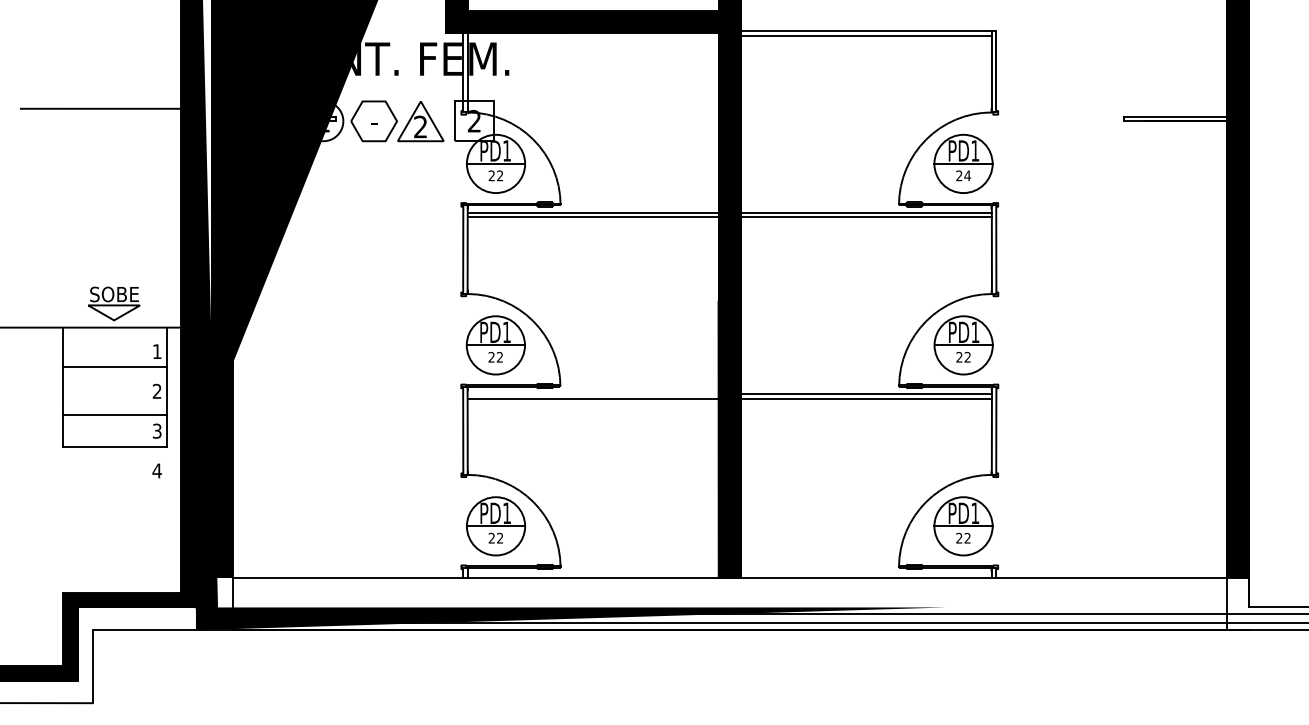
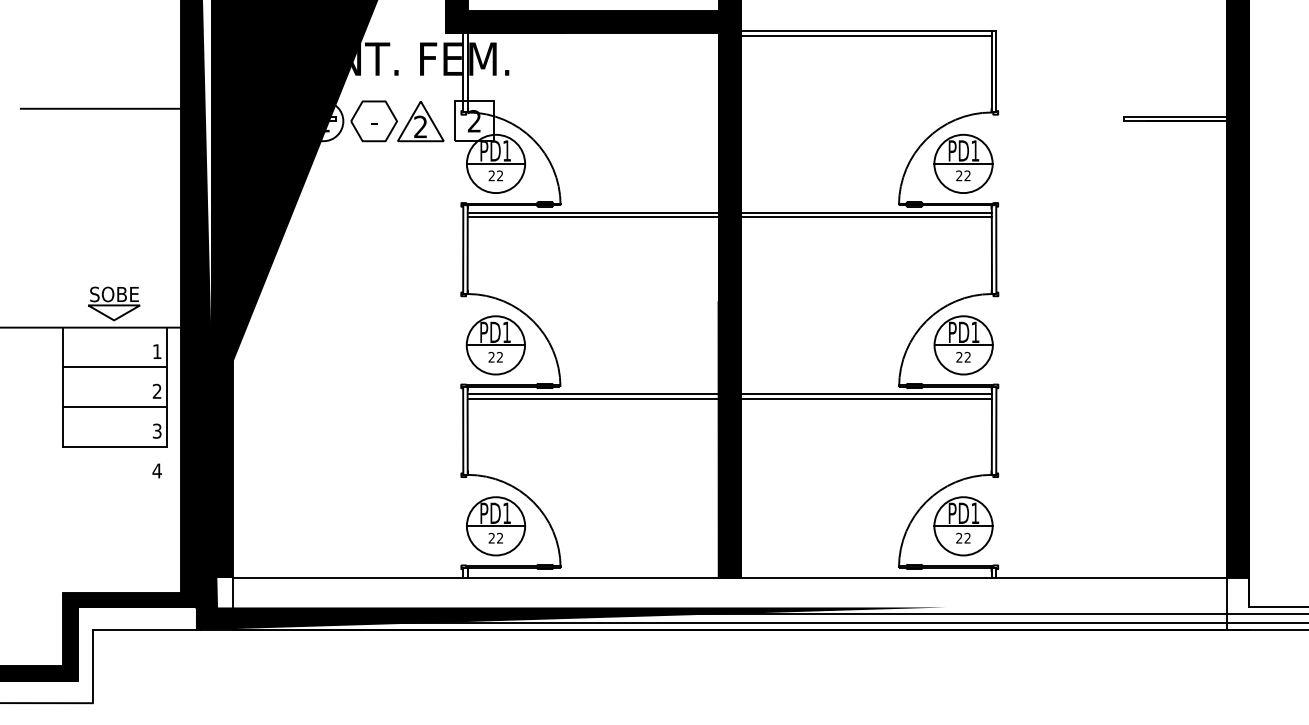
text at (967, 175): 24 -> 22
line at (592, 394): none -> present
line at (114, 415) position: (114, 415) -> (114, 407)
